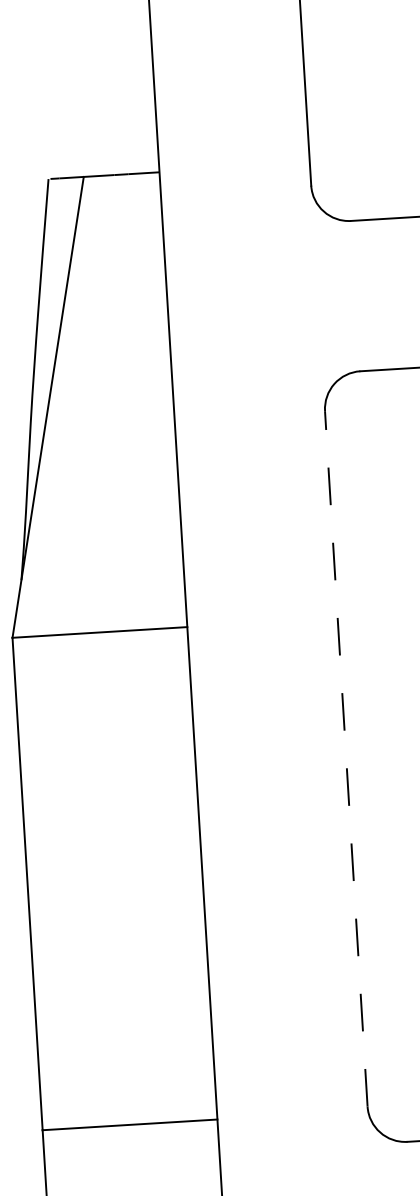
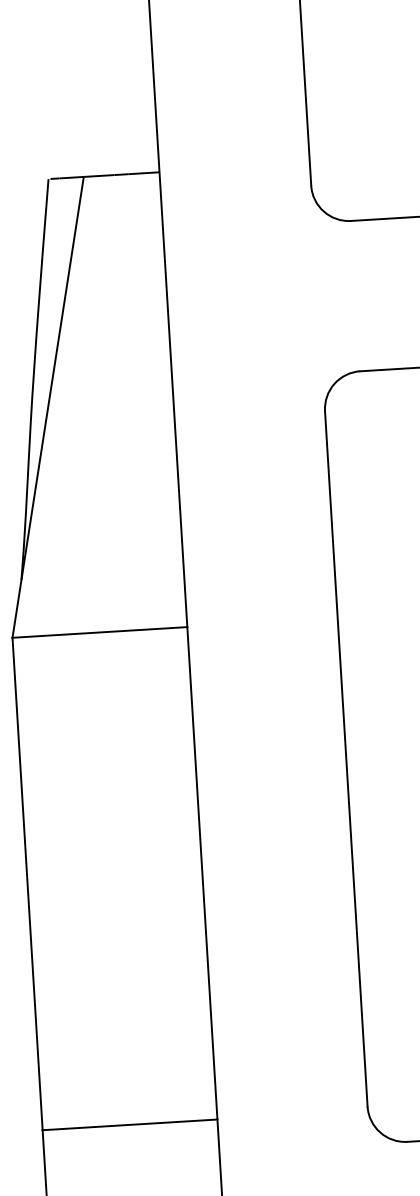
line at (346, 758): dashed -> solid
